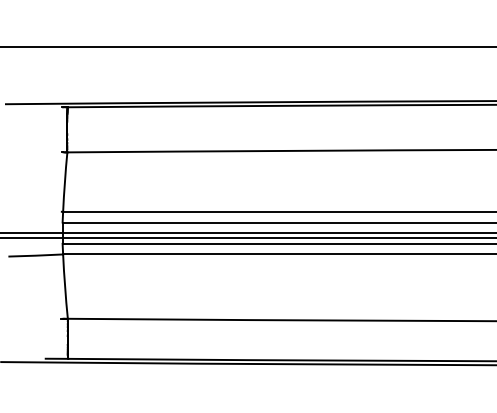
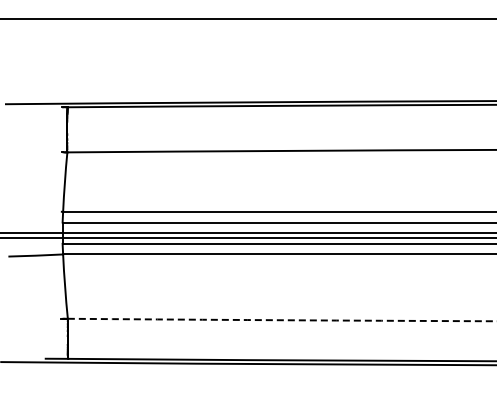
line at (247, 46) position: (247, 46) -> (247, 18)
arc at (282, 320): solid -> dashed
